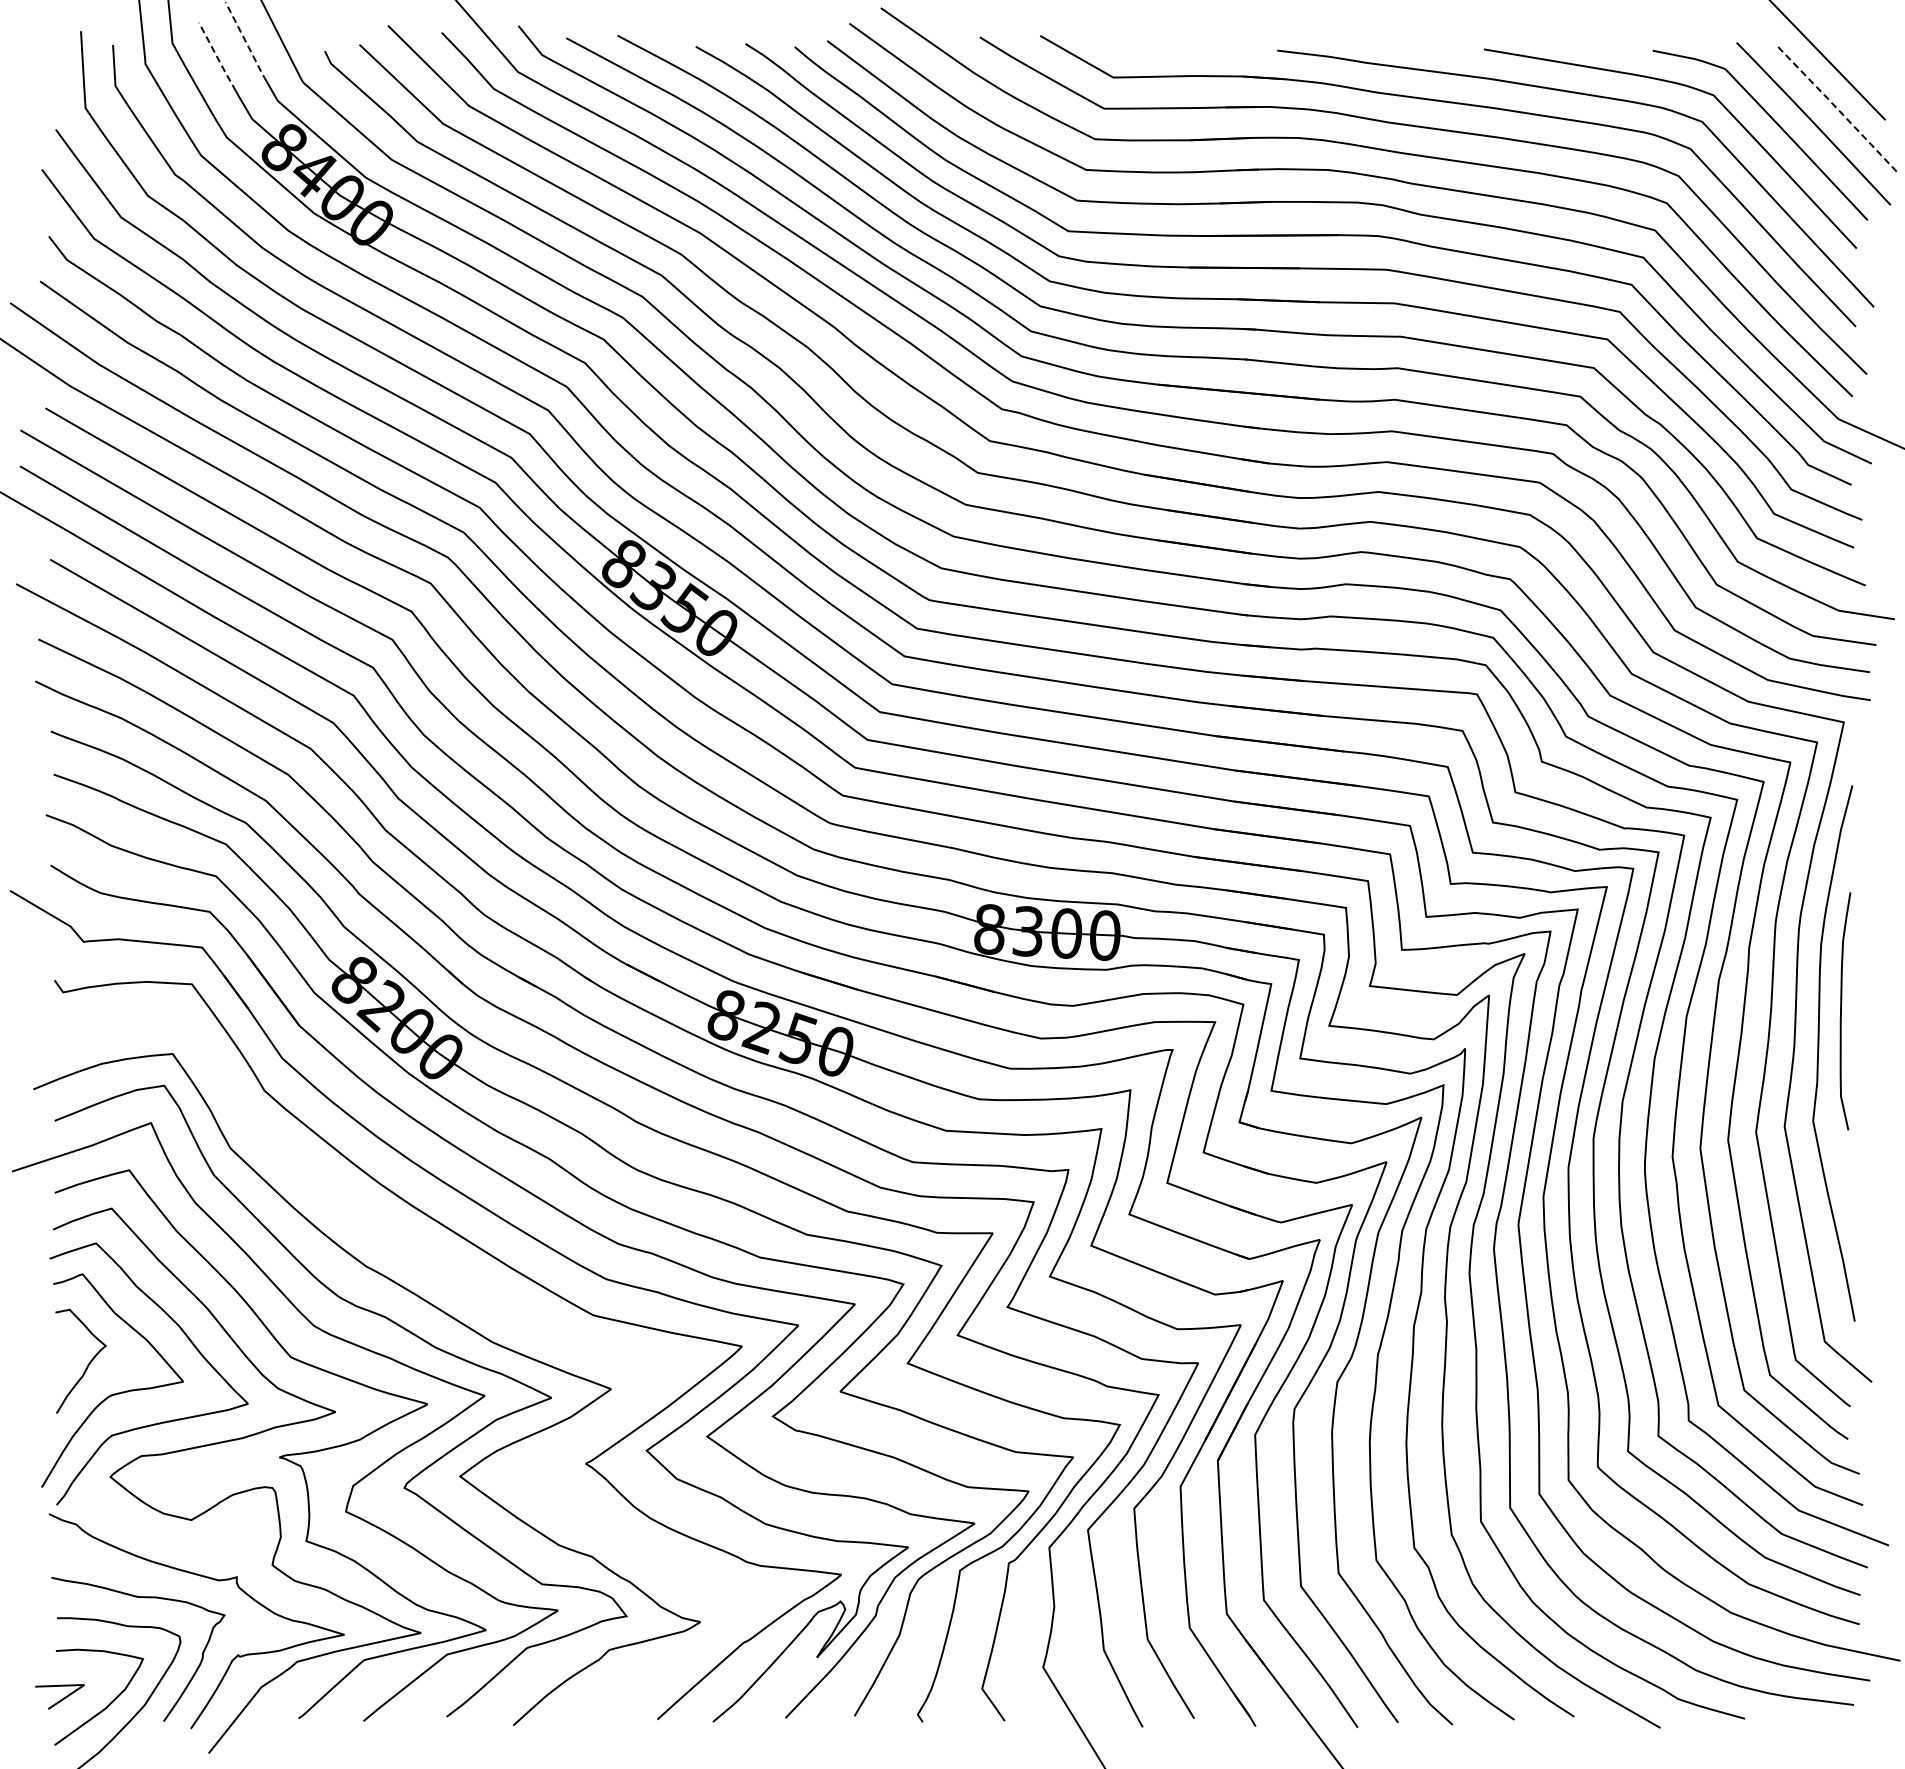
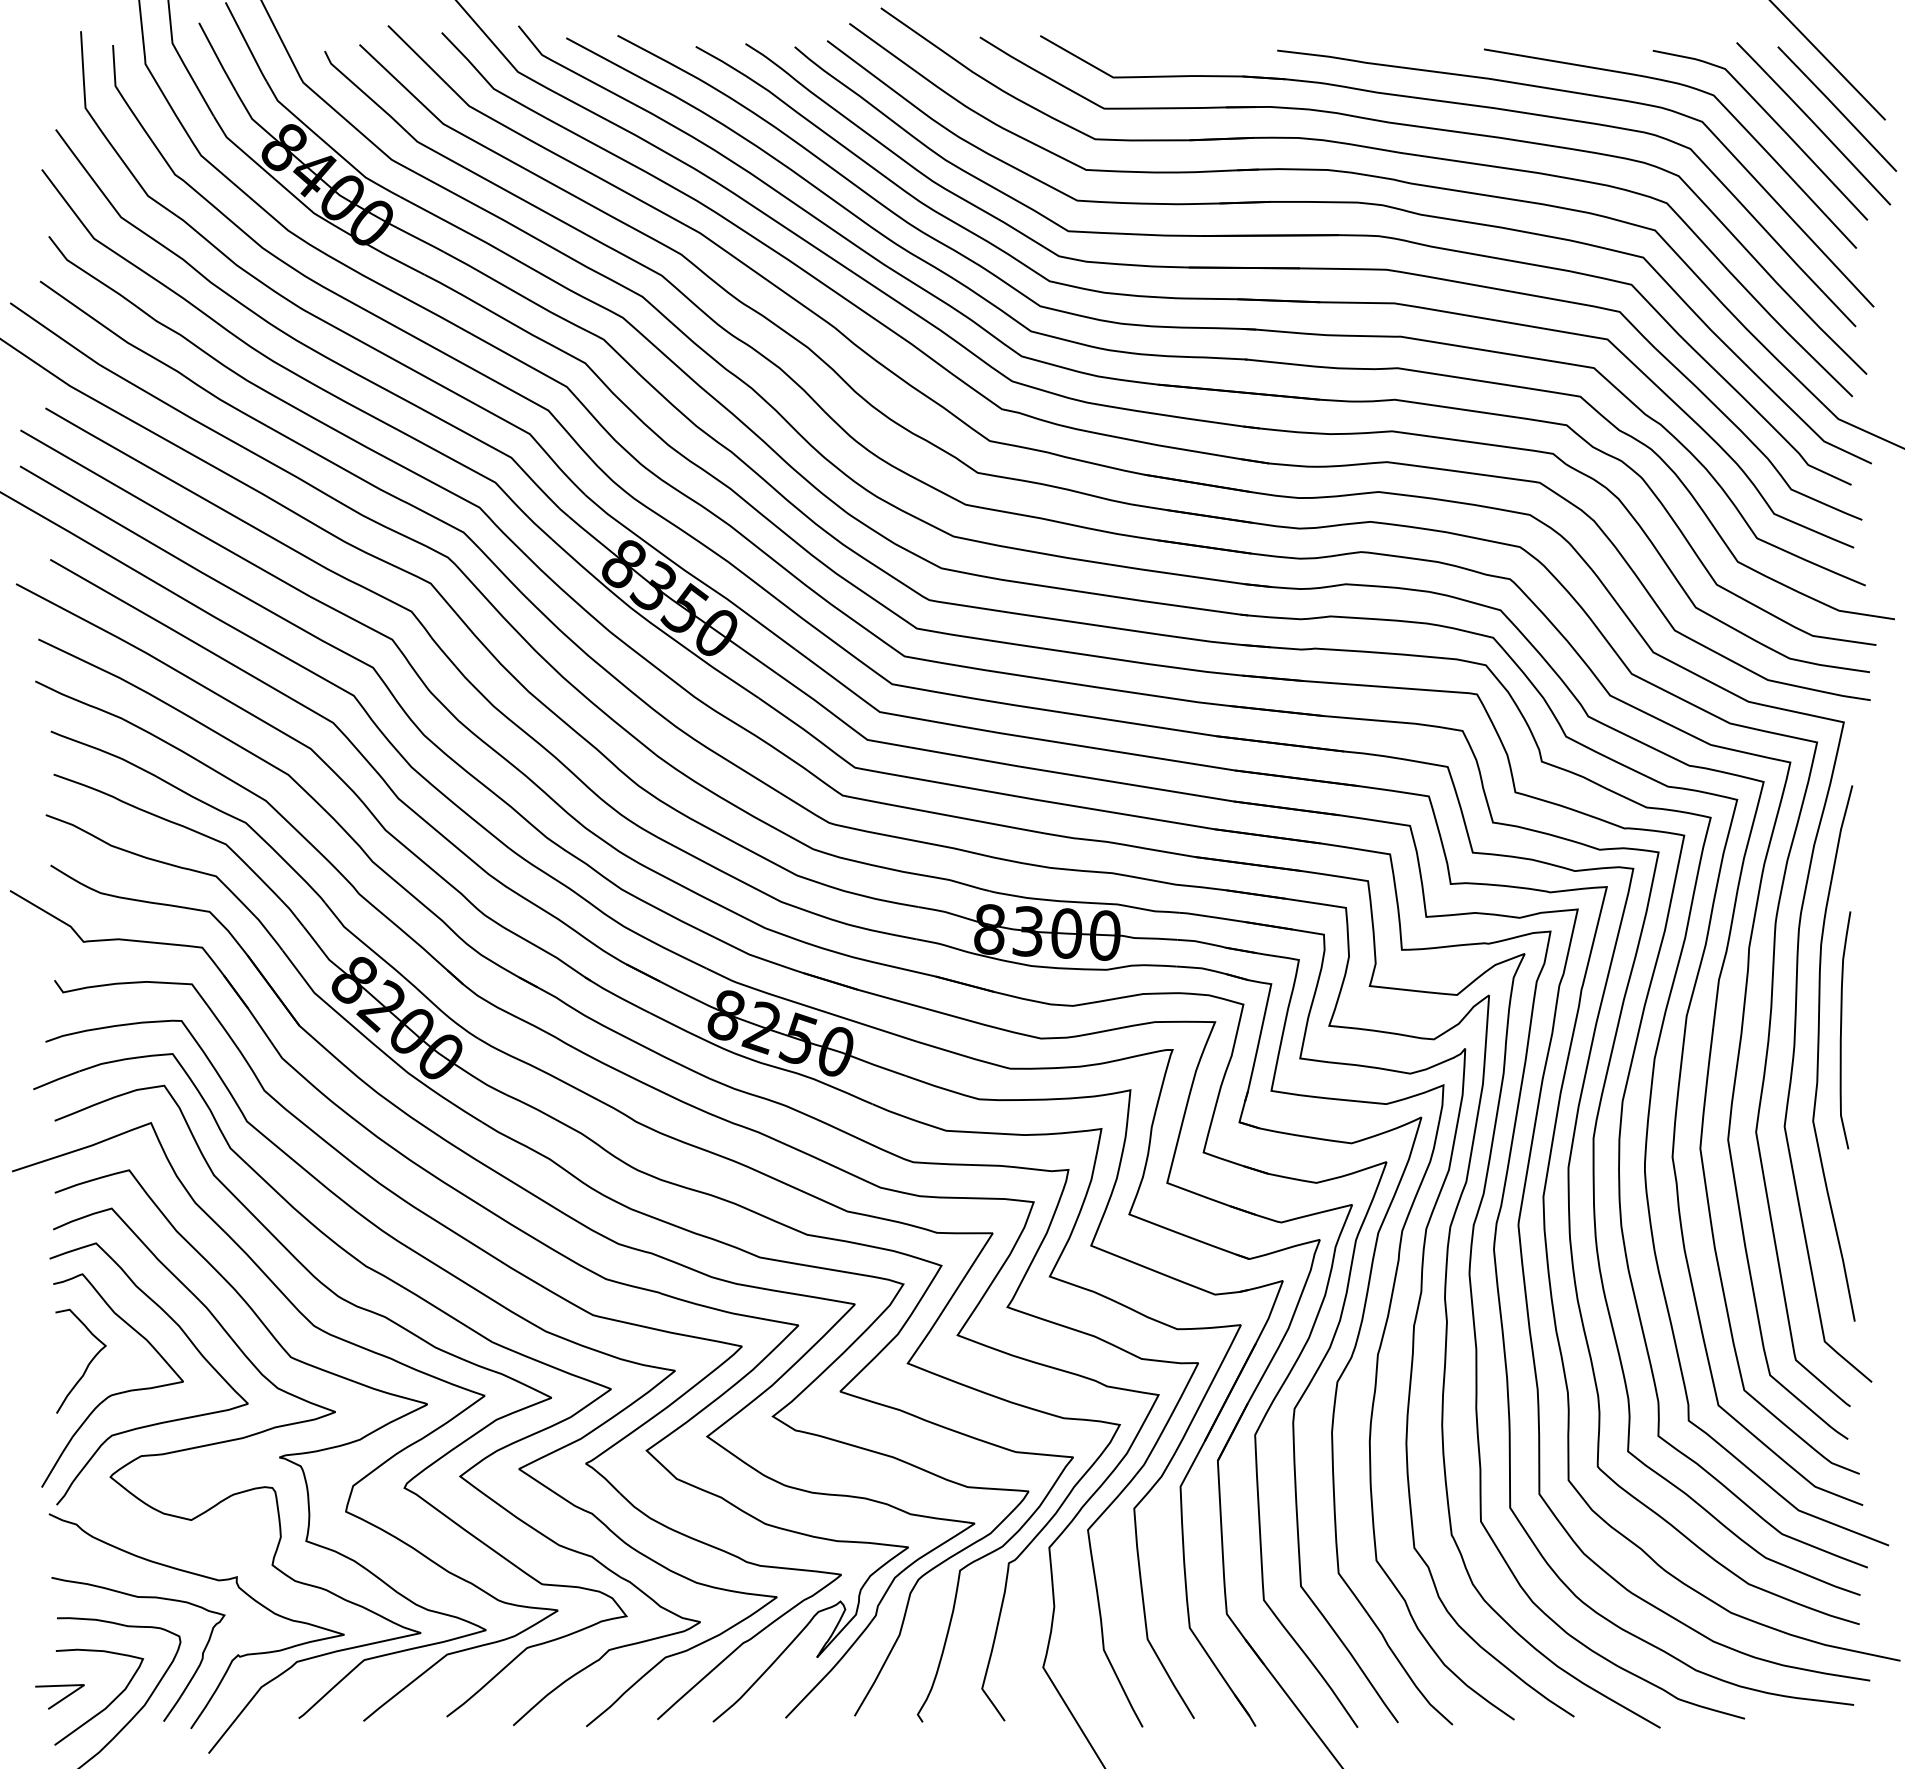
line at (246, 43): dashed -> solid
line at (217, 57): dashed -> solid
line at (1837, 108): dashed -> solid
curve at (1841, 1011) position: (1841, 1011) -> (1841, 1030)
curve at (468, 1286): none -> present
